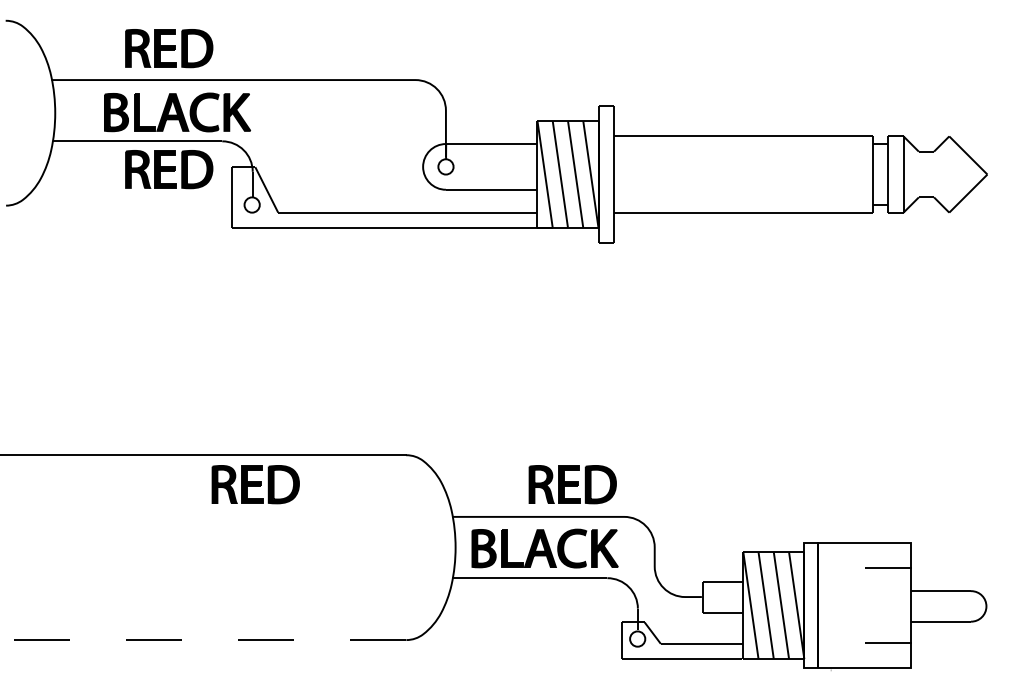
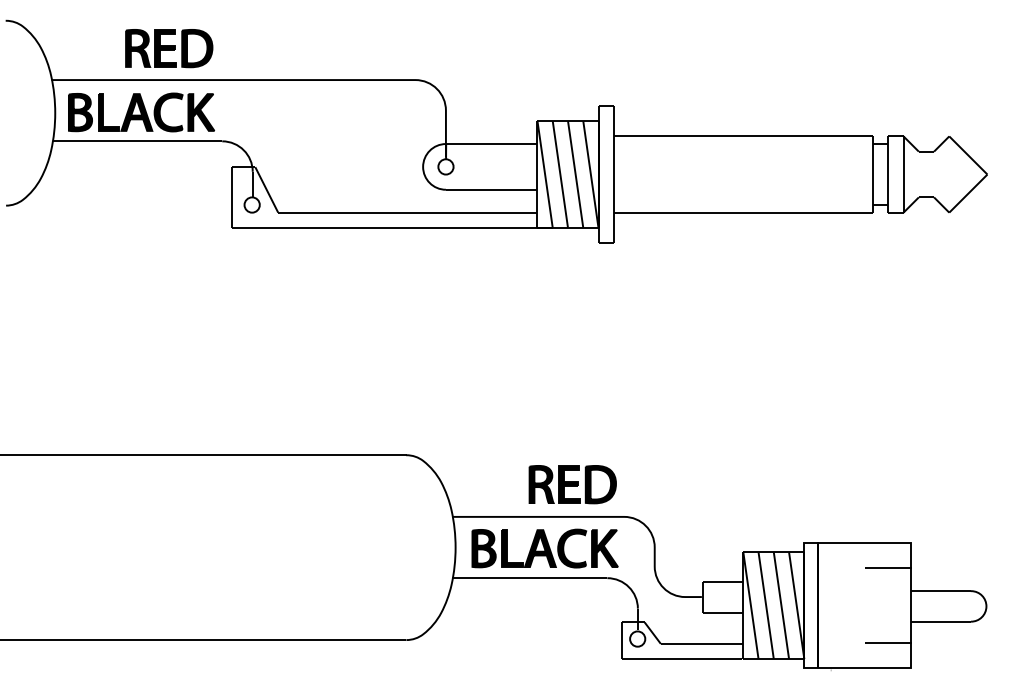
part at (177, 112) position: (177, 112) -> (141, 112)
part at (169, 169): present -> none
part at (255, 484): present -> none
line at (203, 639): dashed -> solid
